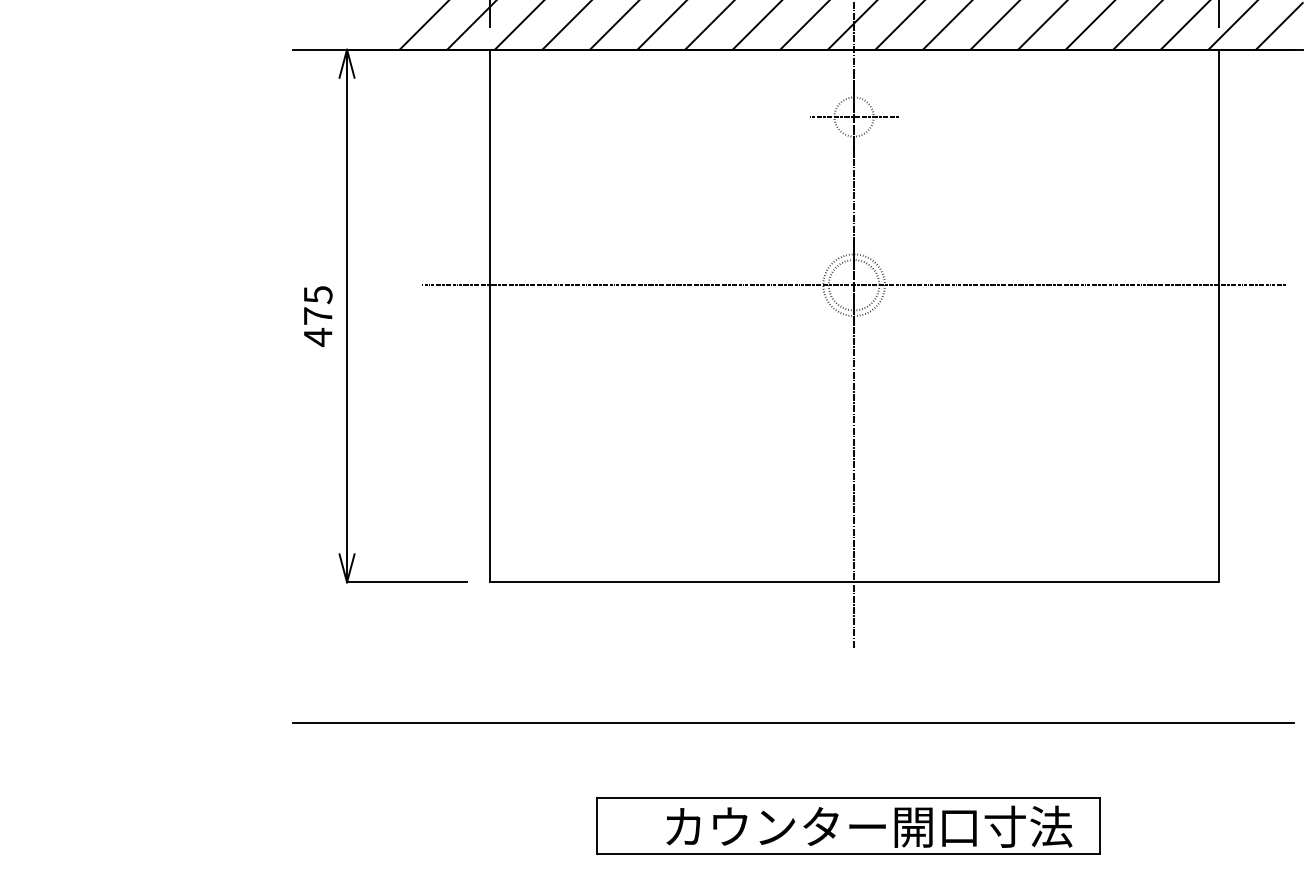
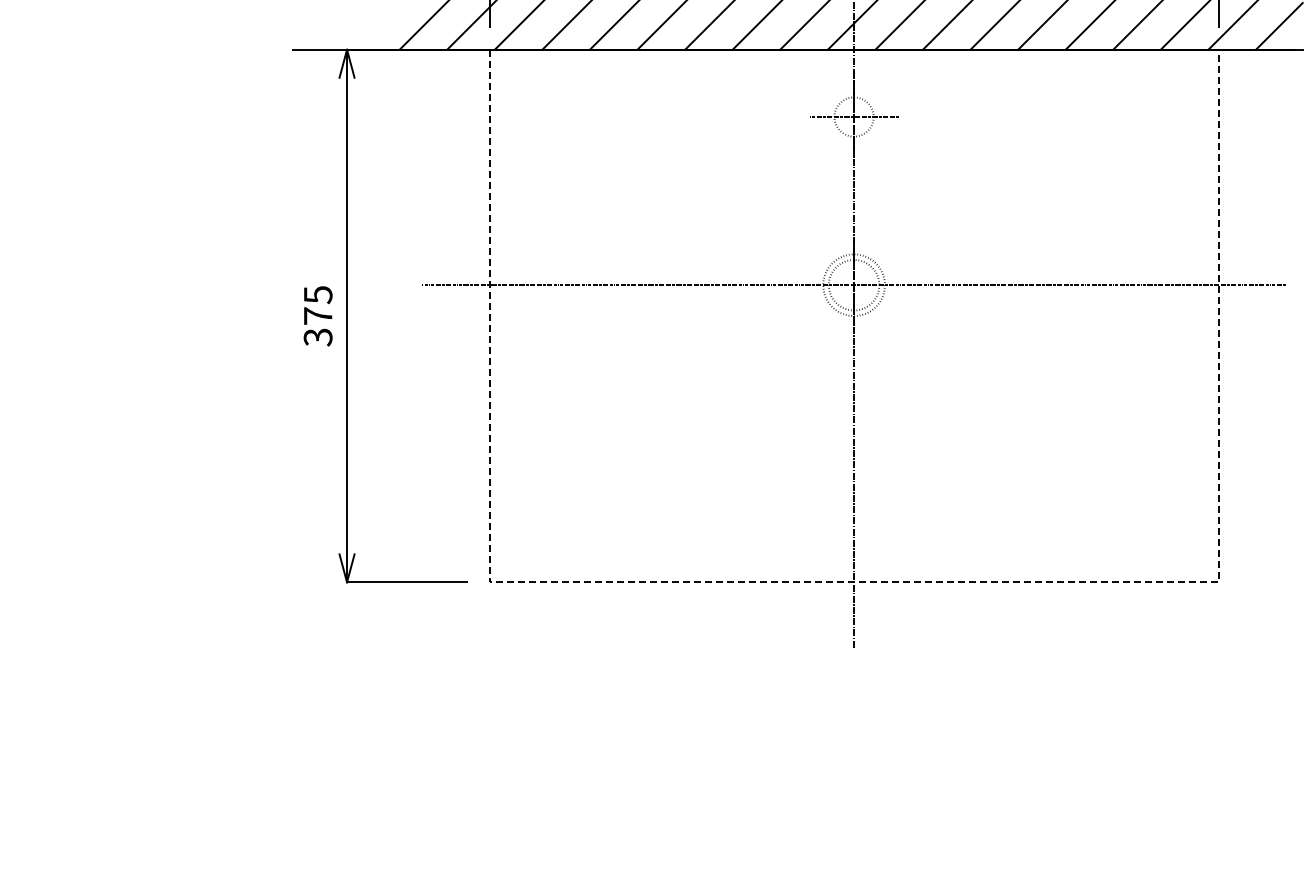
text at (317, 337): 475 -> 375
line at (854, 582): solid -> dashed
line at (793, 722): present -> none
part at (848, 825): present -> none
